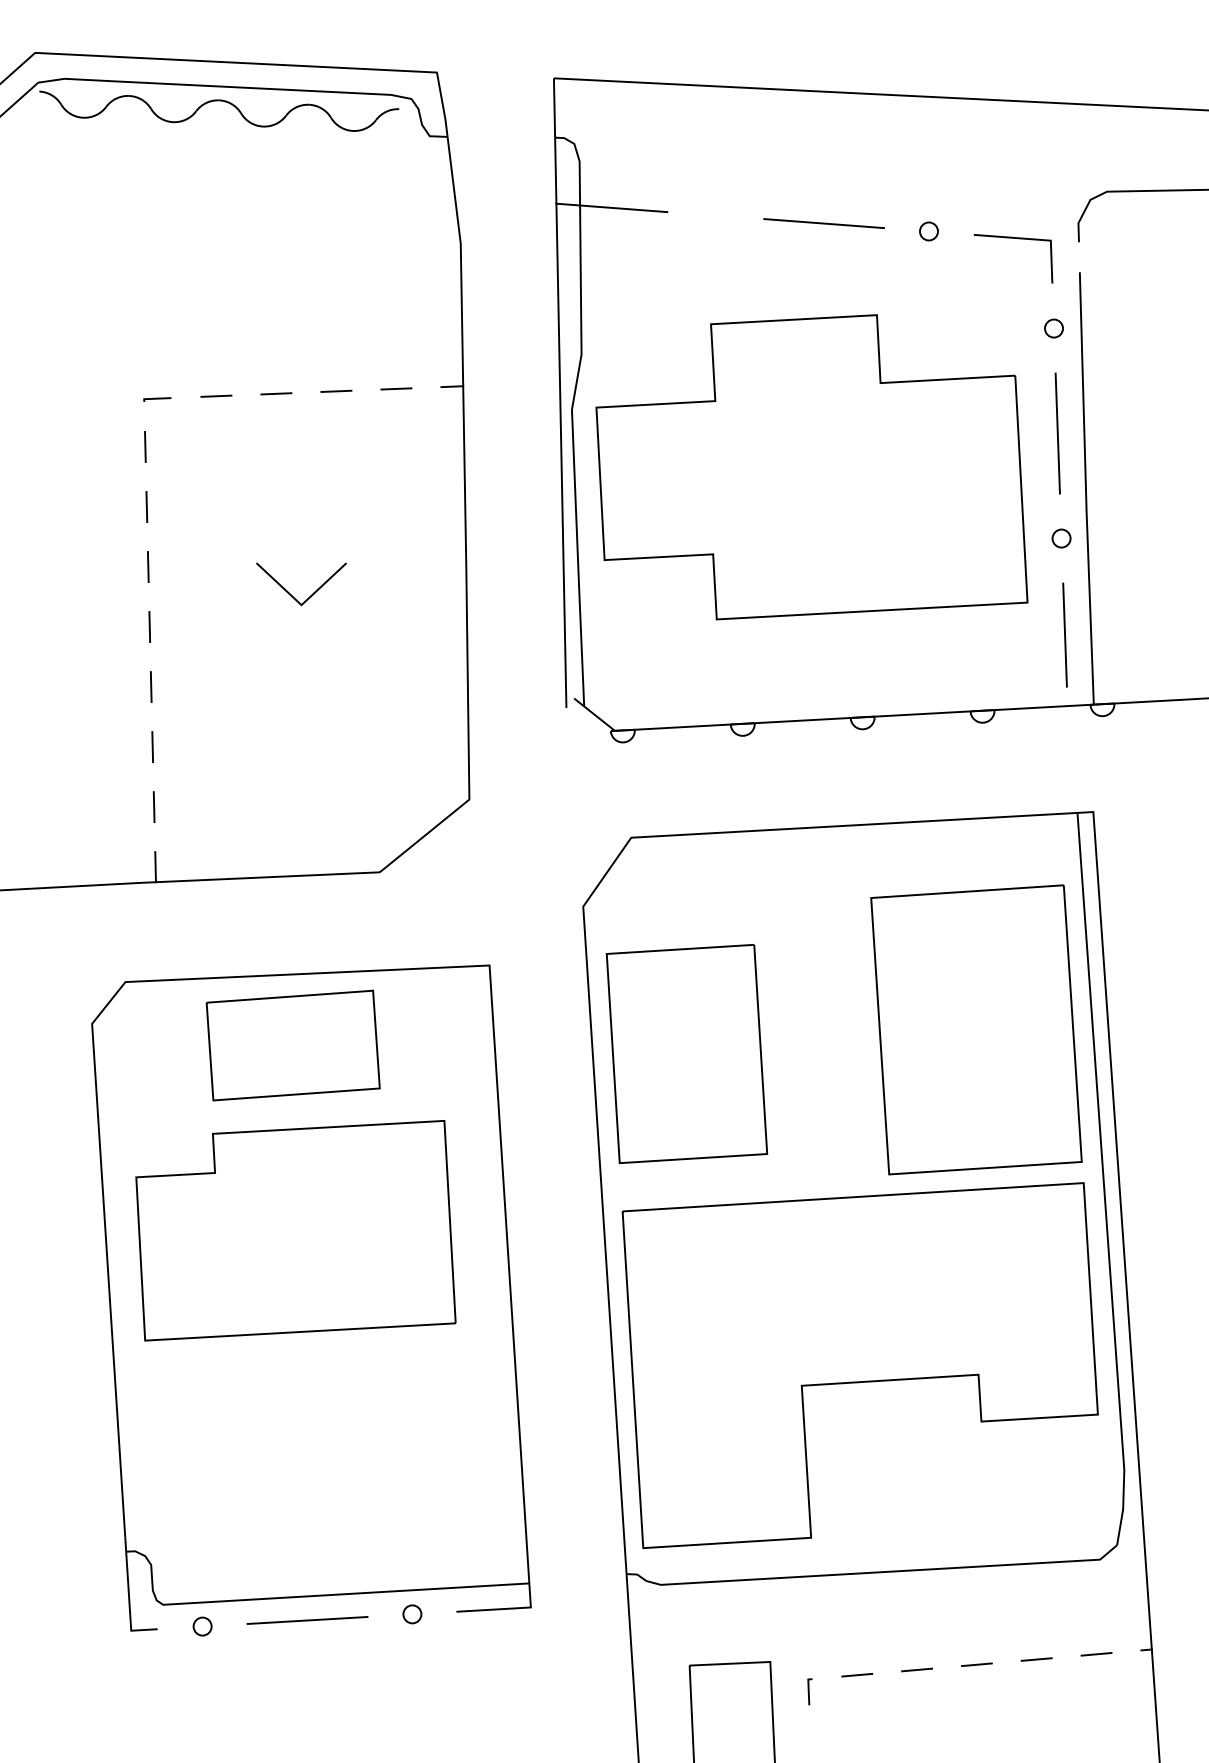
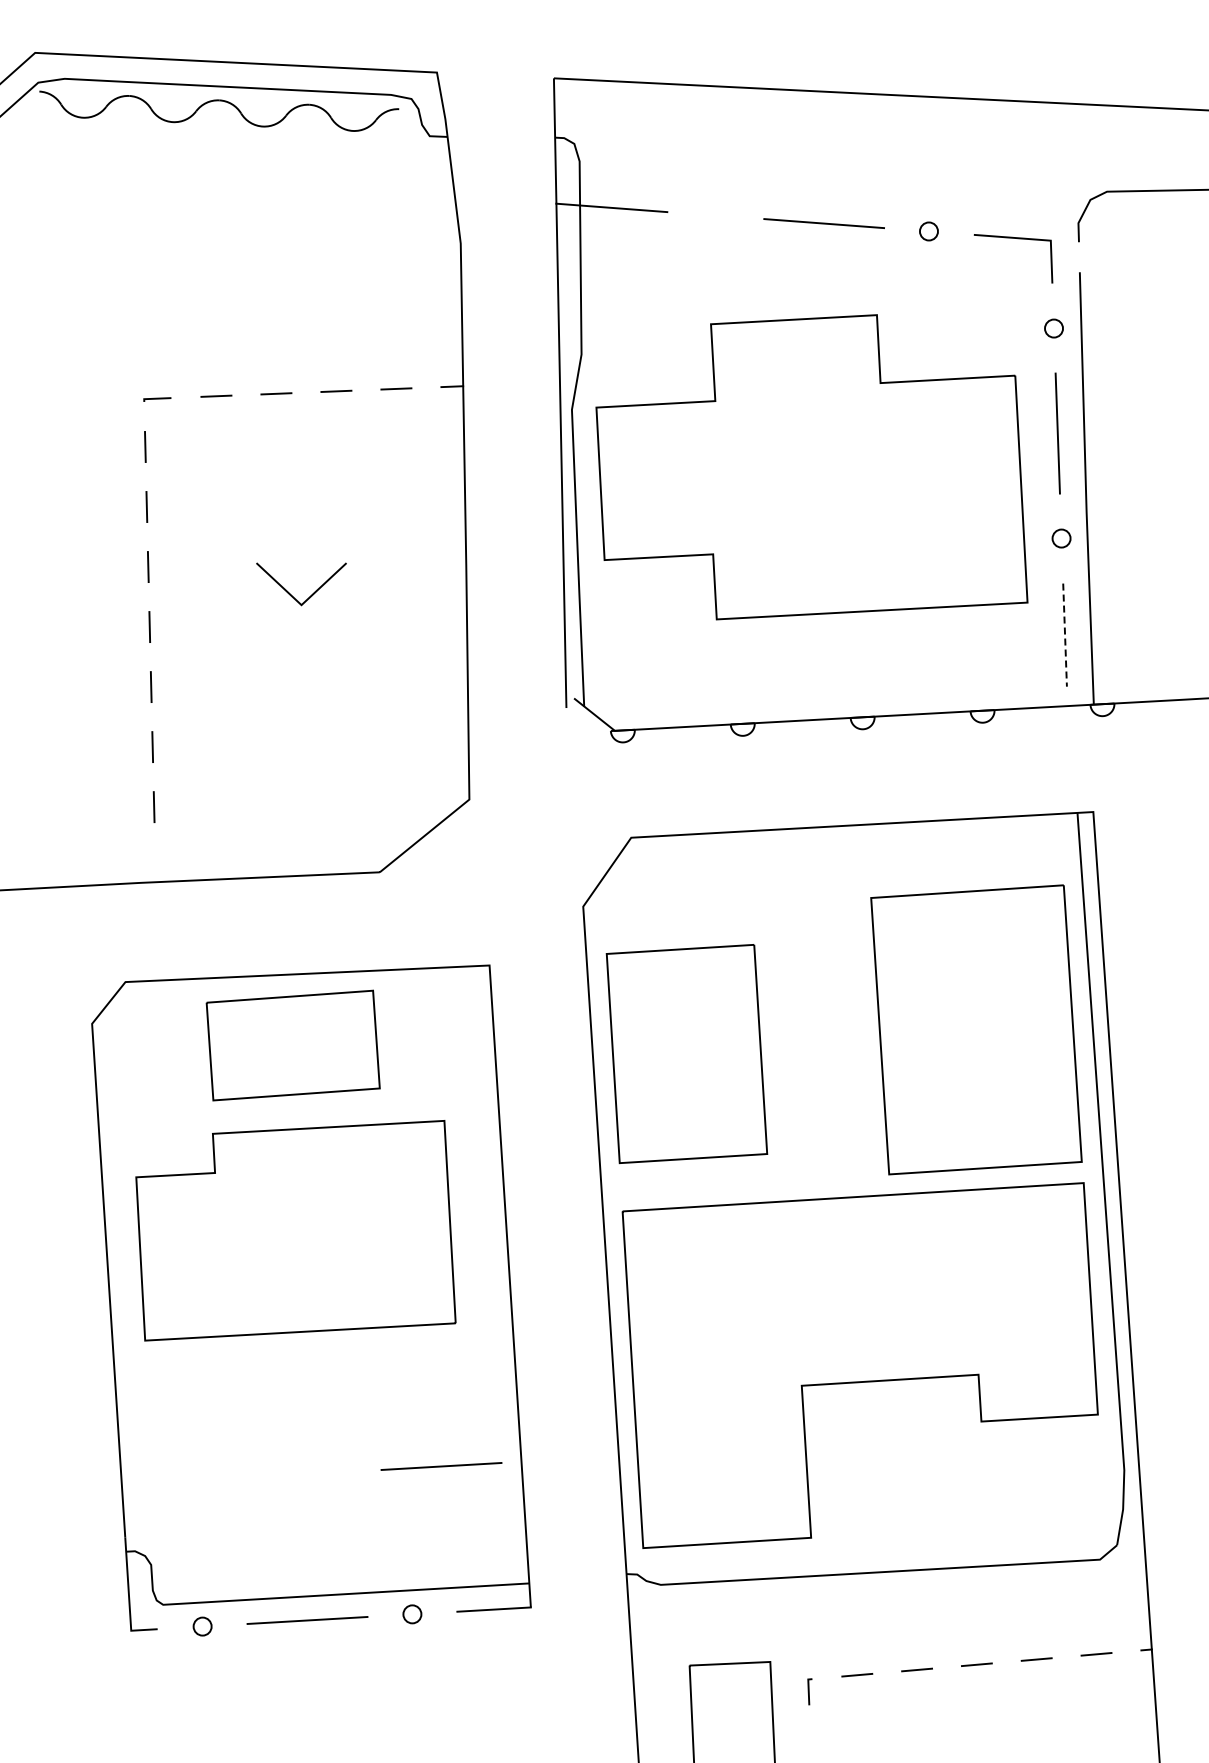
line at (1065, 635): solid -> dashed
line at (155, 867): present -> none
line at (441, 1466): none -> present
